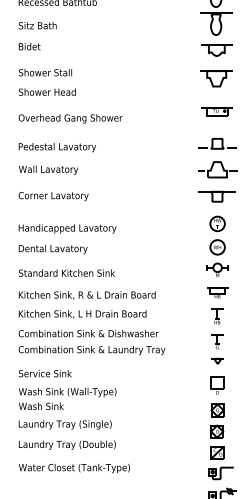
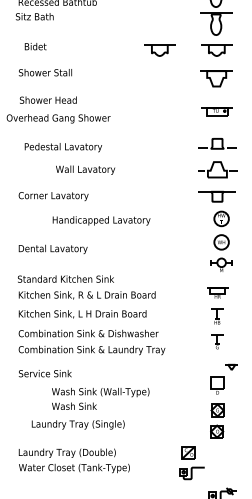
text at (37, 25) position: (37, 25) -> (34, 16)
text at (29, 46) position: (29, 46) -> (35, 46)
part at (159, 50): none -> present
text at (47, 91) position: (47, 91) -> (48, 99)
text at (70, 118) position: (70, 118) -> (58, 118)
text at (56, 147) position: (56, 147) -> (62, 147)
text at (48, 169) position: (48, 169) -> (85, 169)
text at (67, 228) position: (67, 228) -> (101, 220)
part at (217, 245) position: (217, 245) -> (221, 240)
text at (66, 272) position: (66, 272) -> (65, 278)
part at (217, 360) position: (217, 360) -> (231, 366)
text at (67, 398) position: (67, 398) -> (100, 398)
text at (64, 424) position: (64, 424) -> (77, 424)
text at (66, 444) position: (66, 444) -> (66, 452)
part at (220, 463) position: (220, 463) -> (191, 463)
